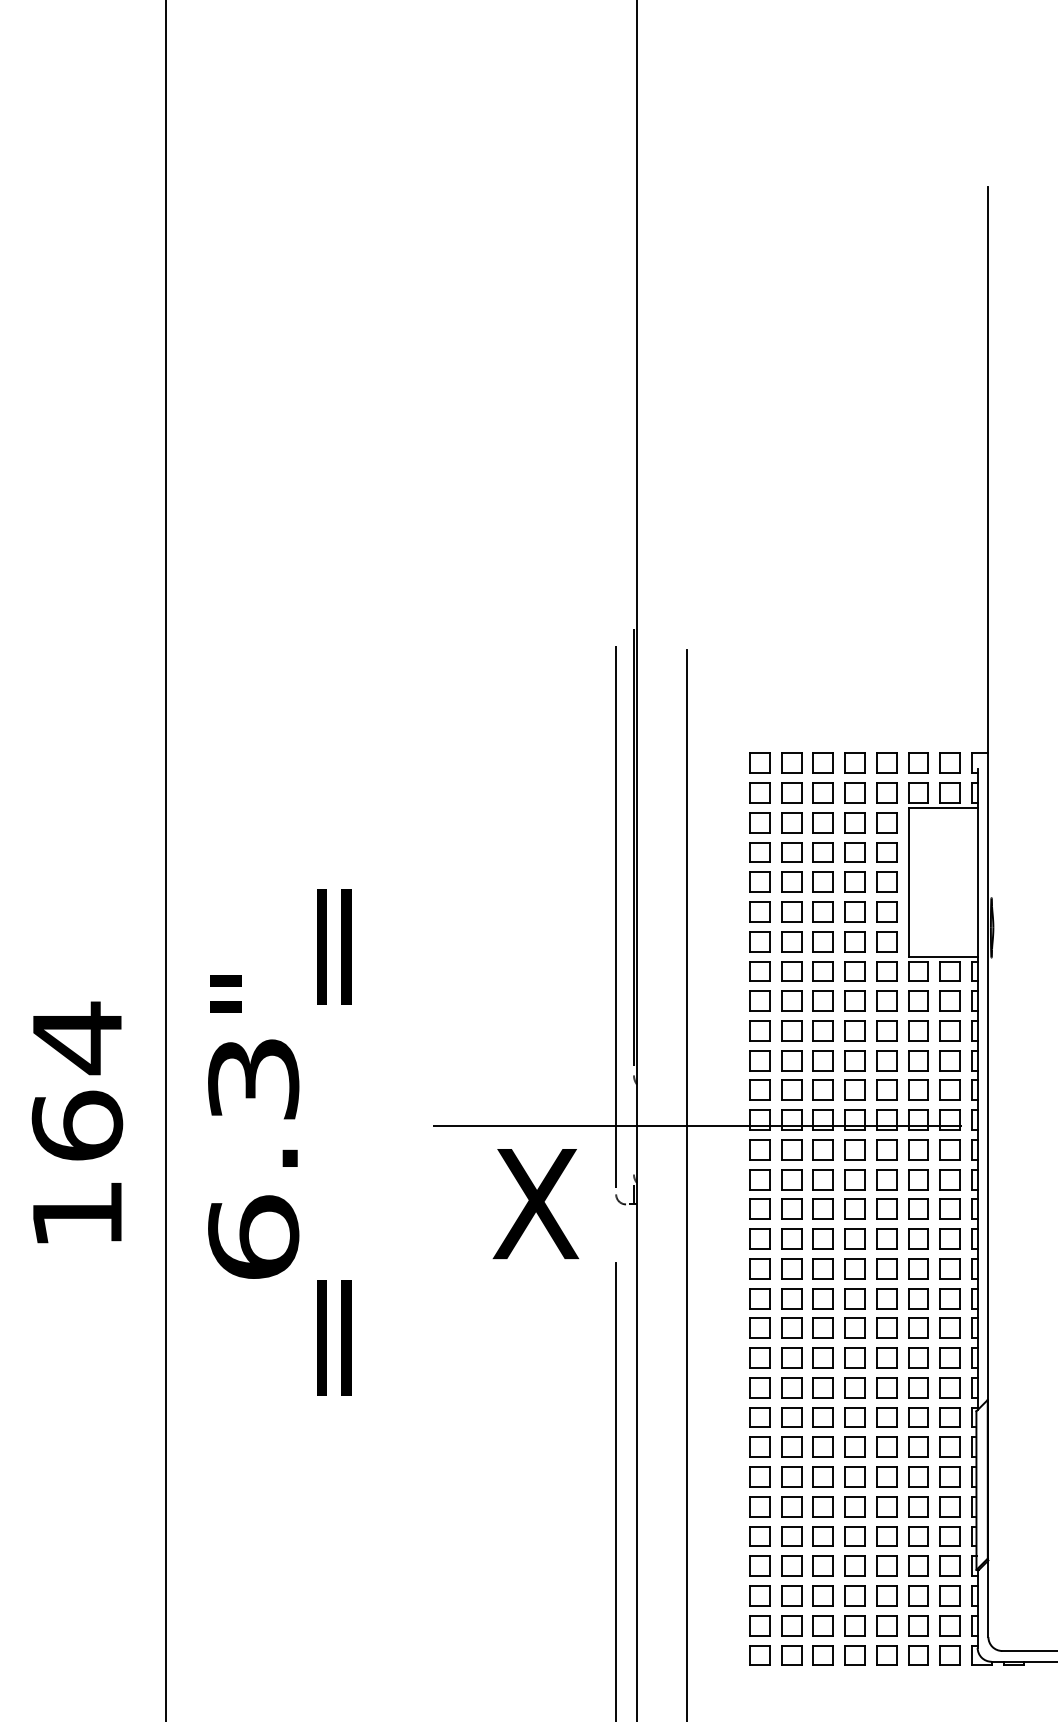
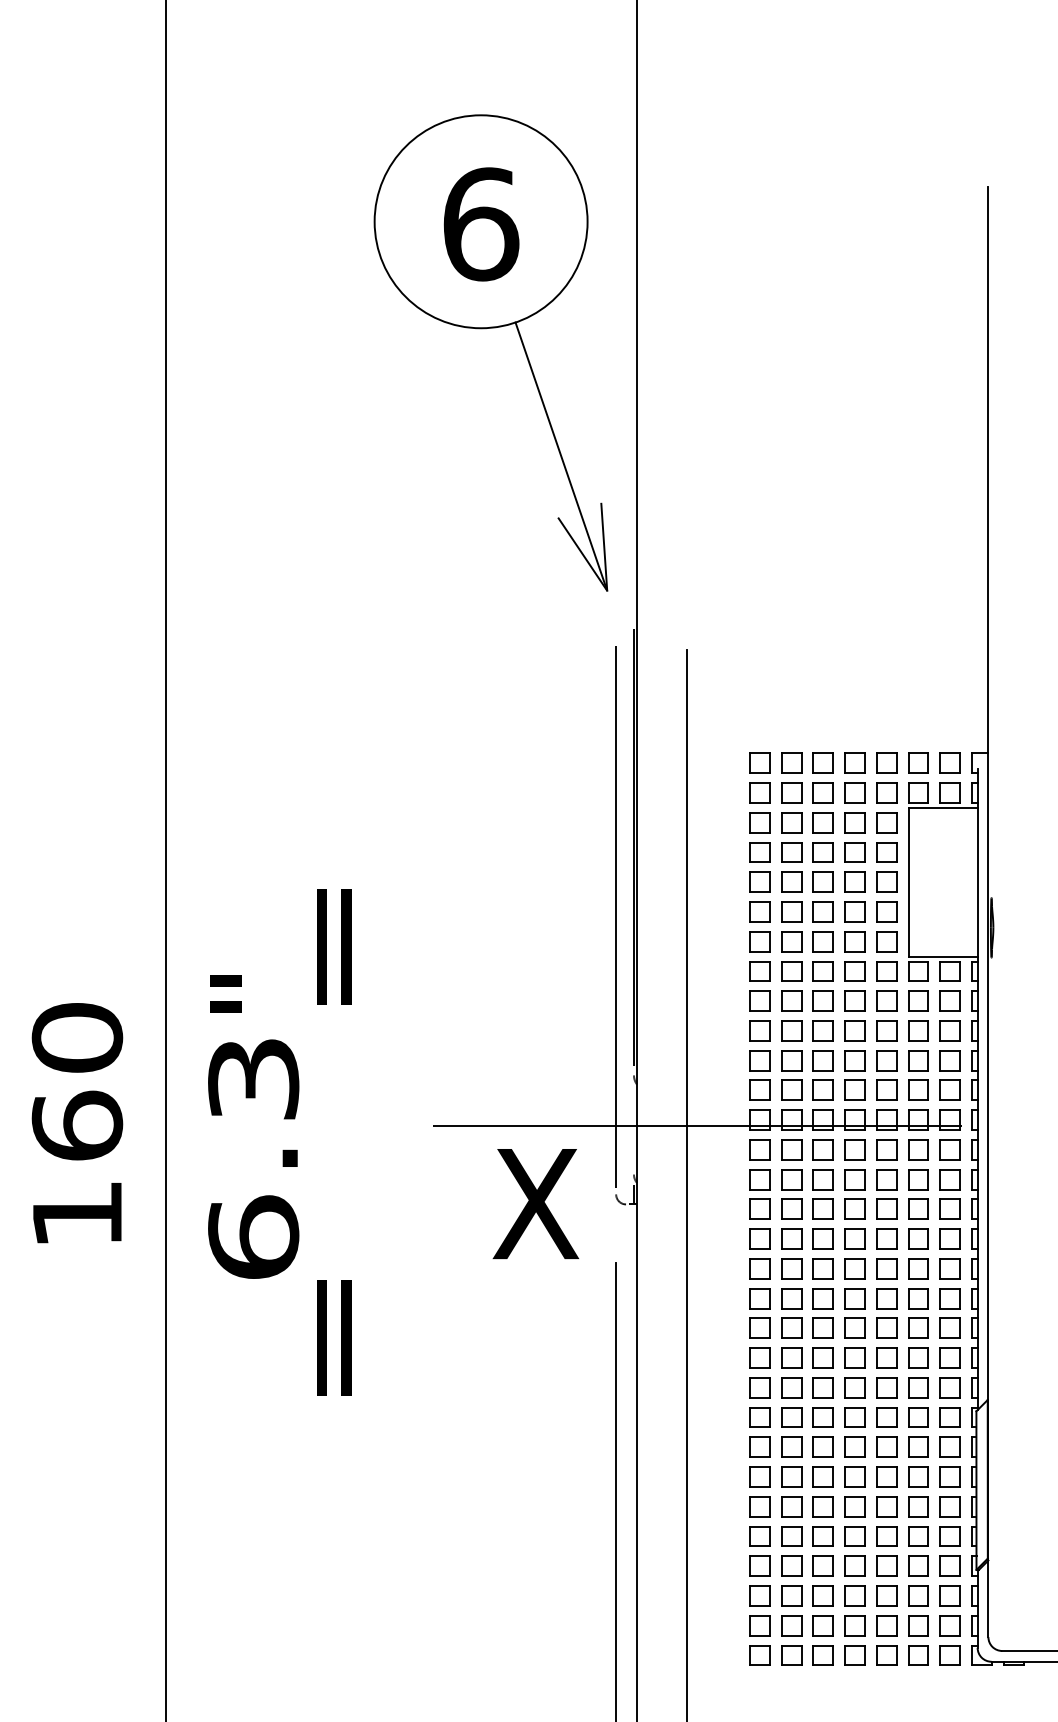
part at (485, 329): none -> present
text at (77, 1038): 164 -> 160
